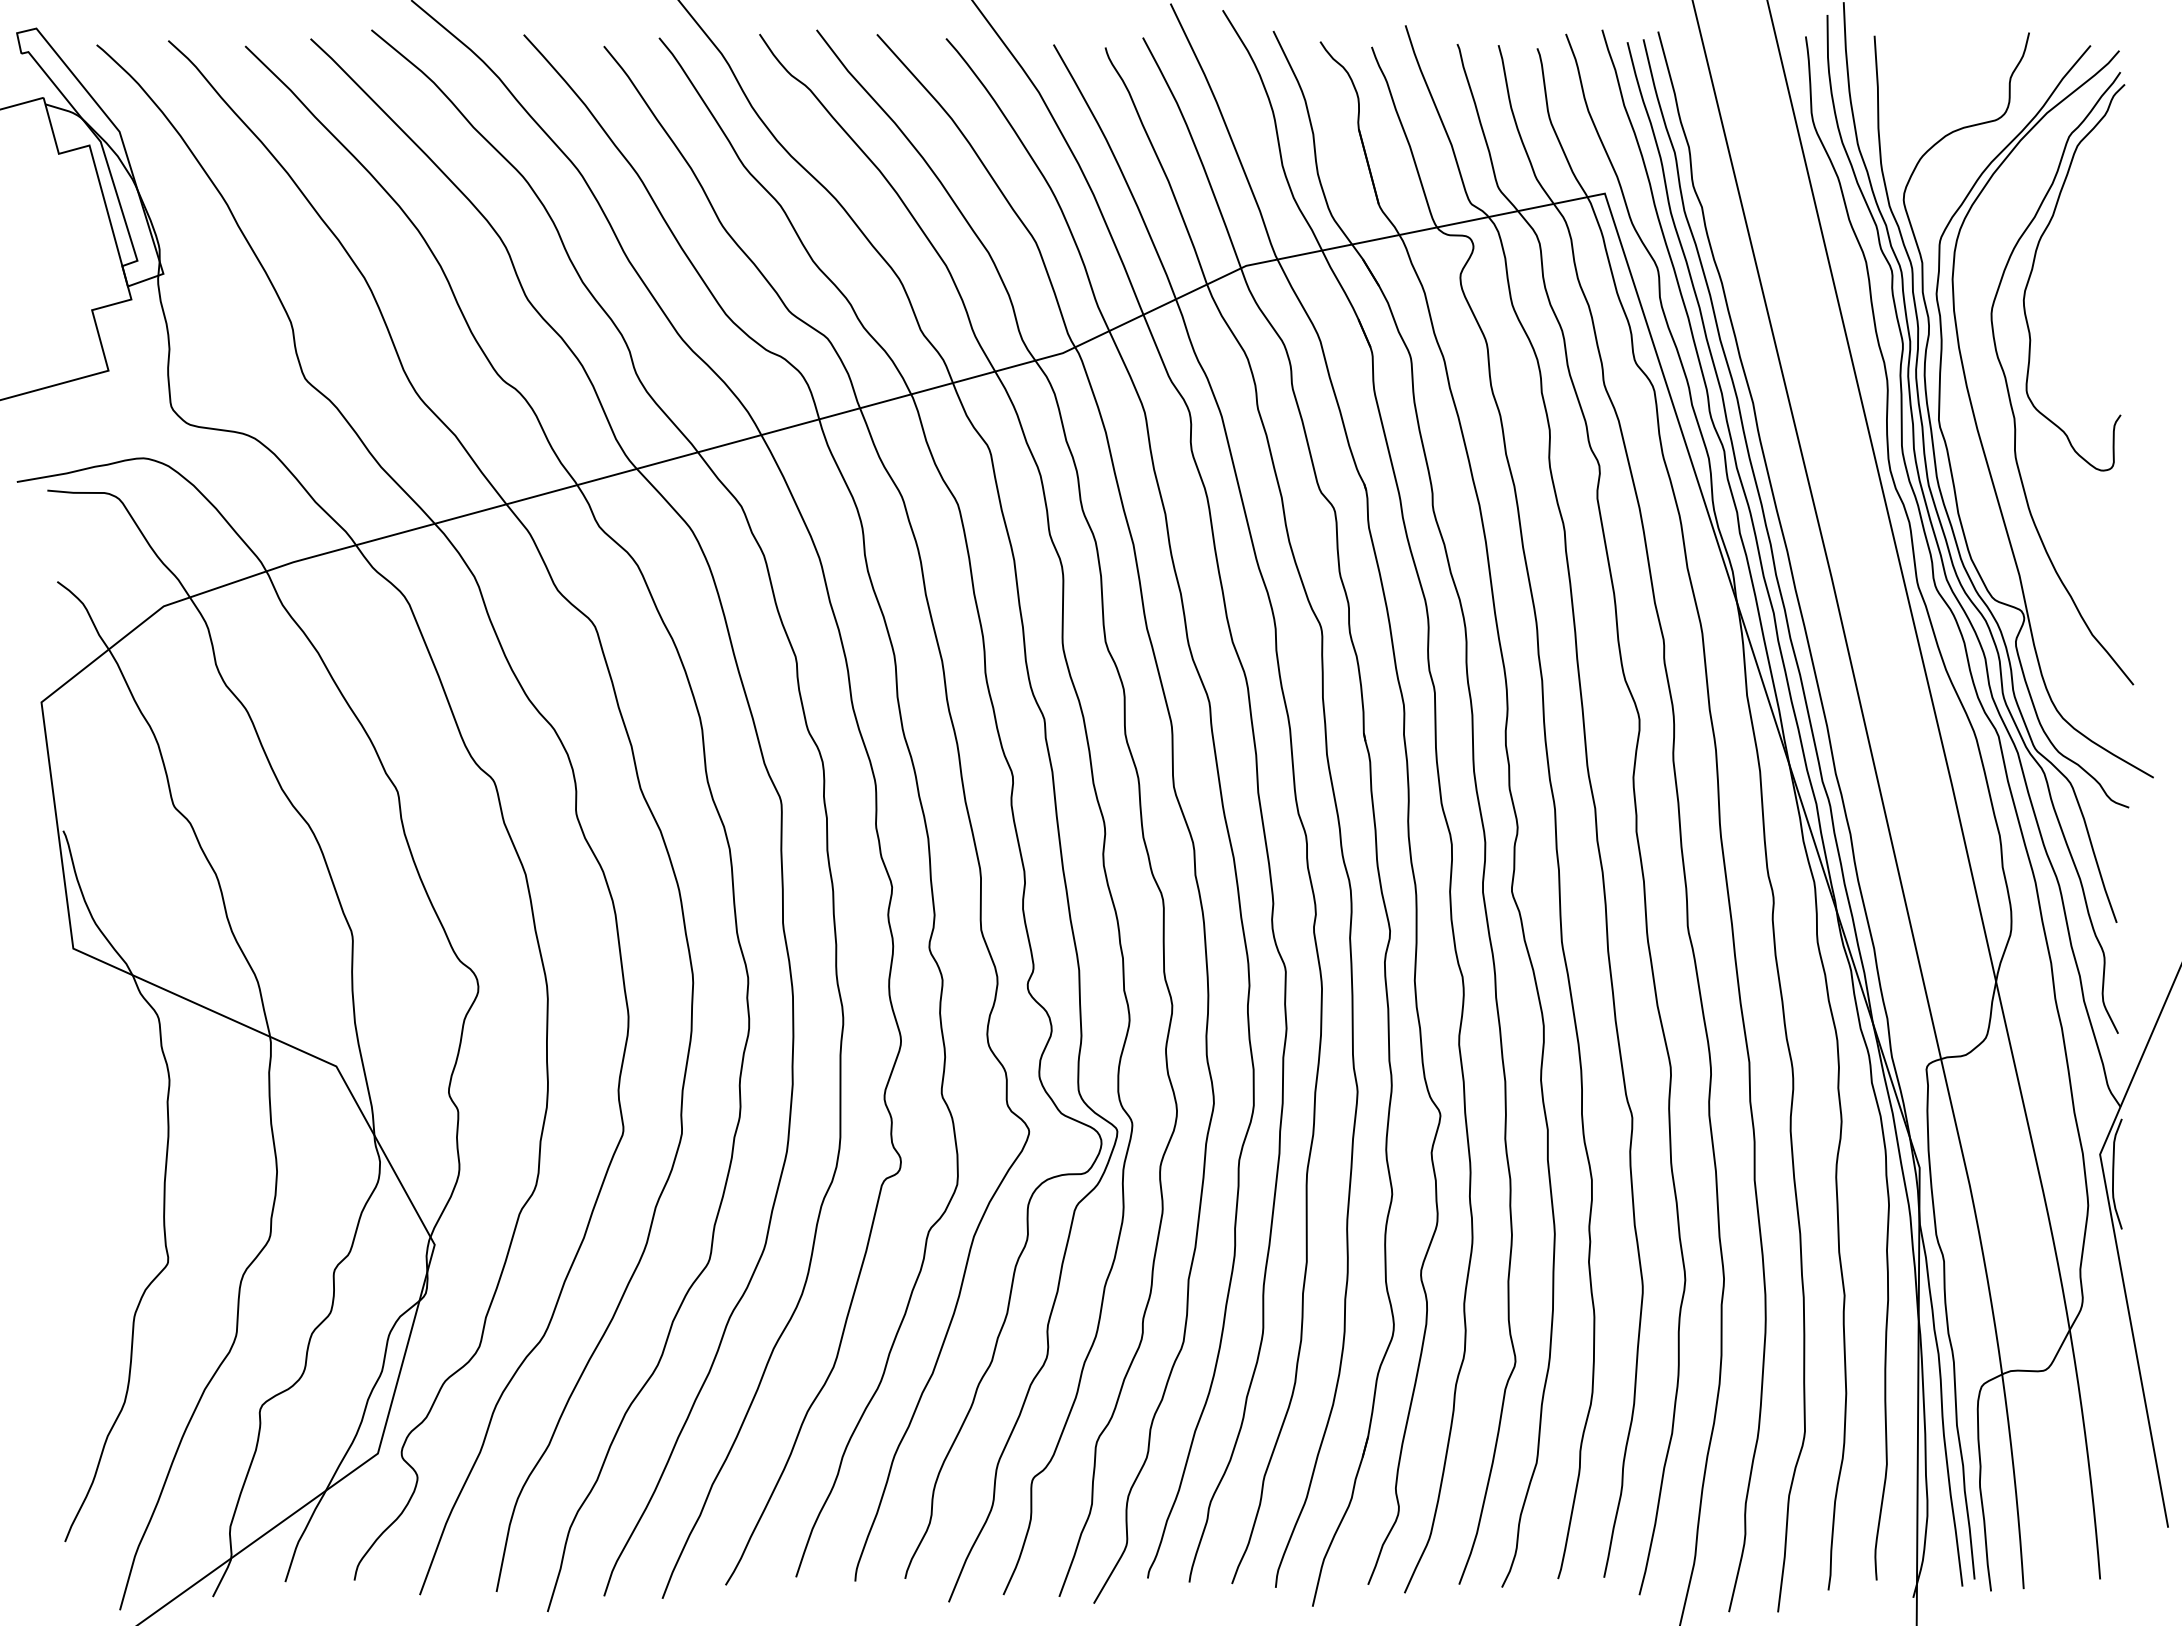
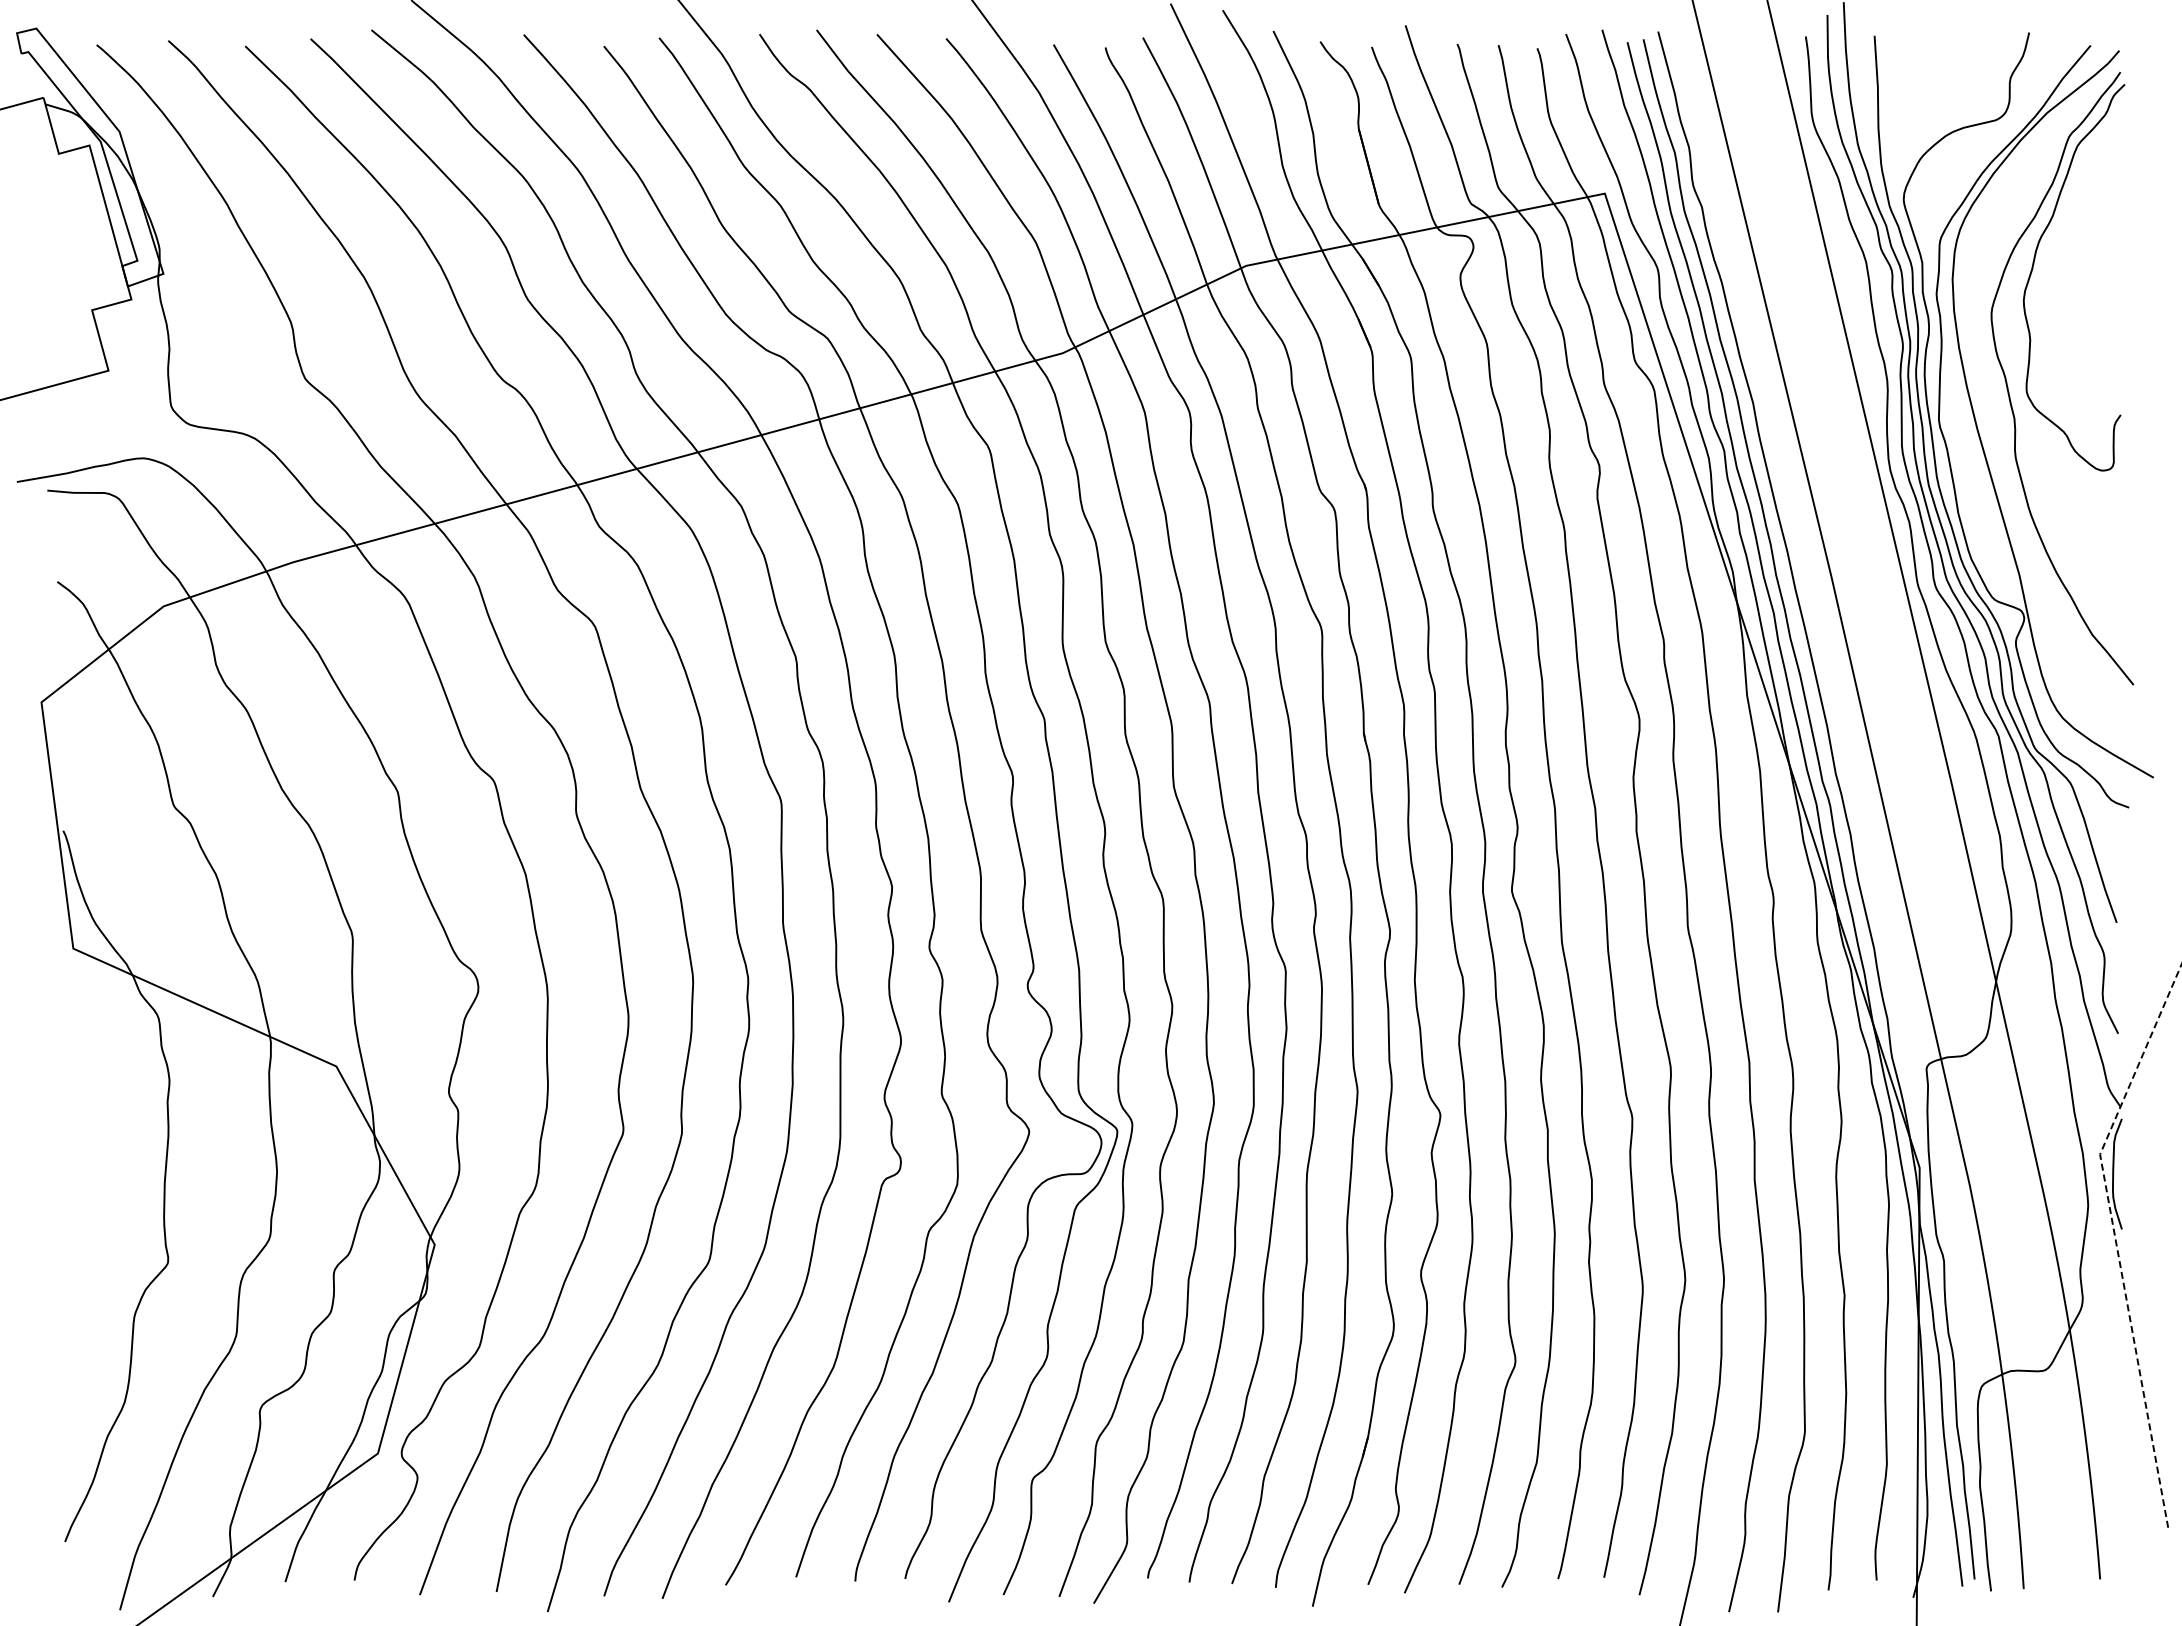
line at (2115, 1238): solid -> dashed
